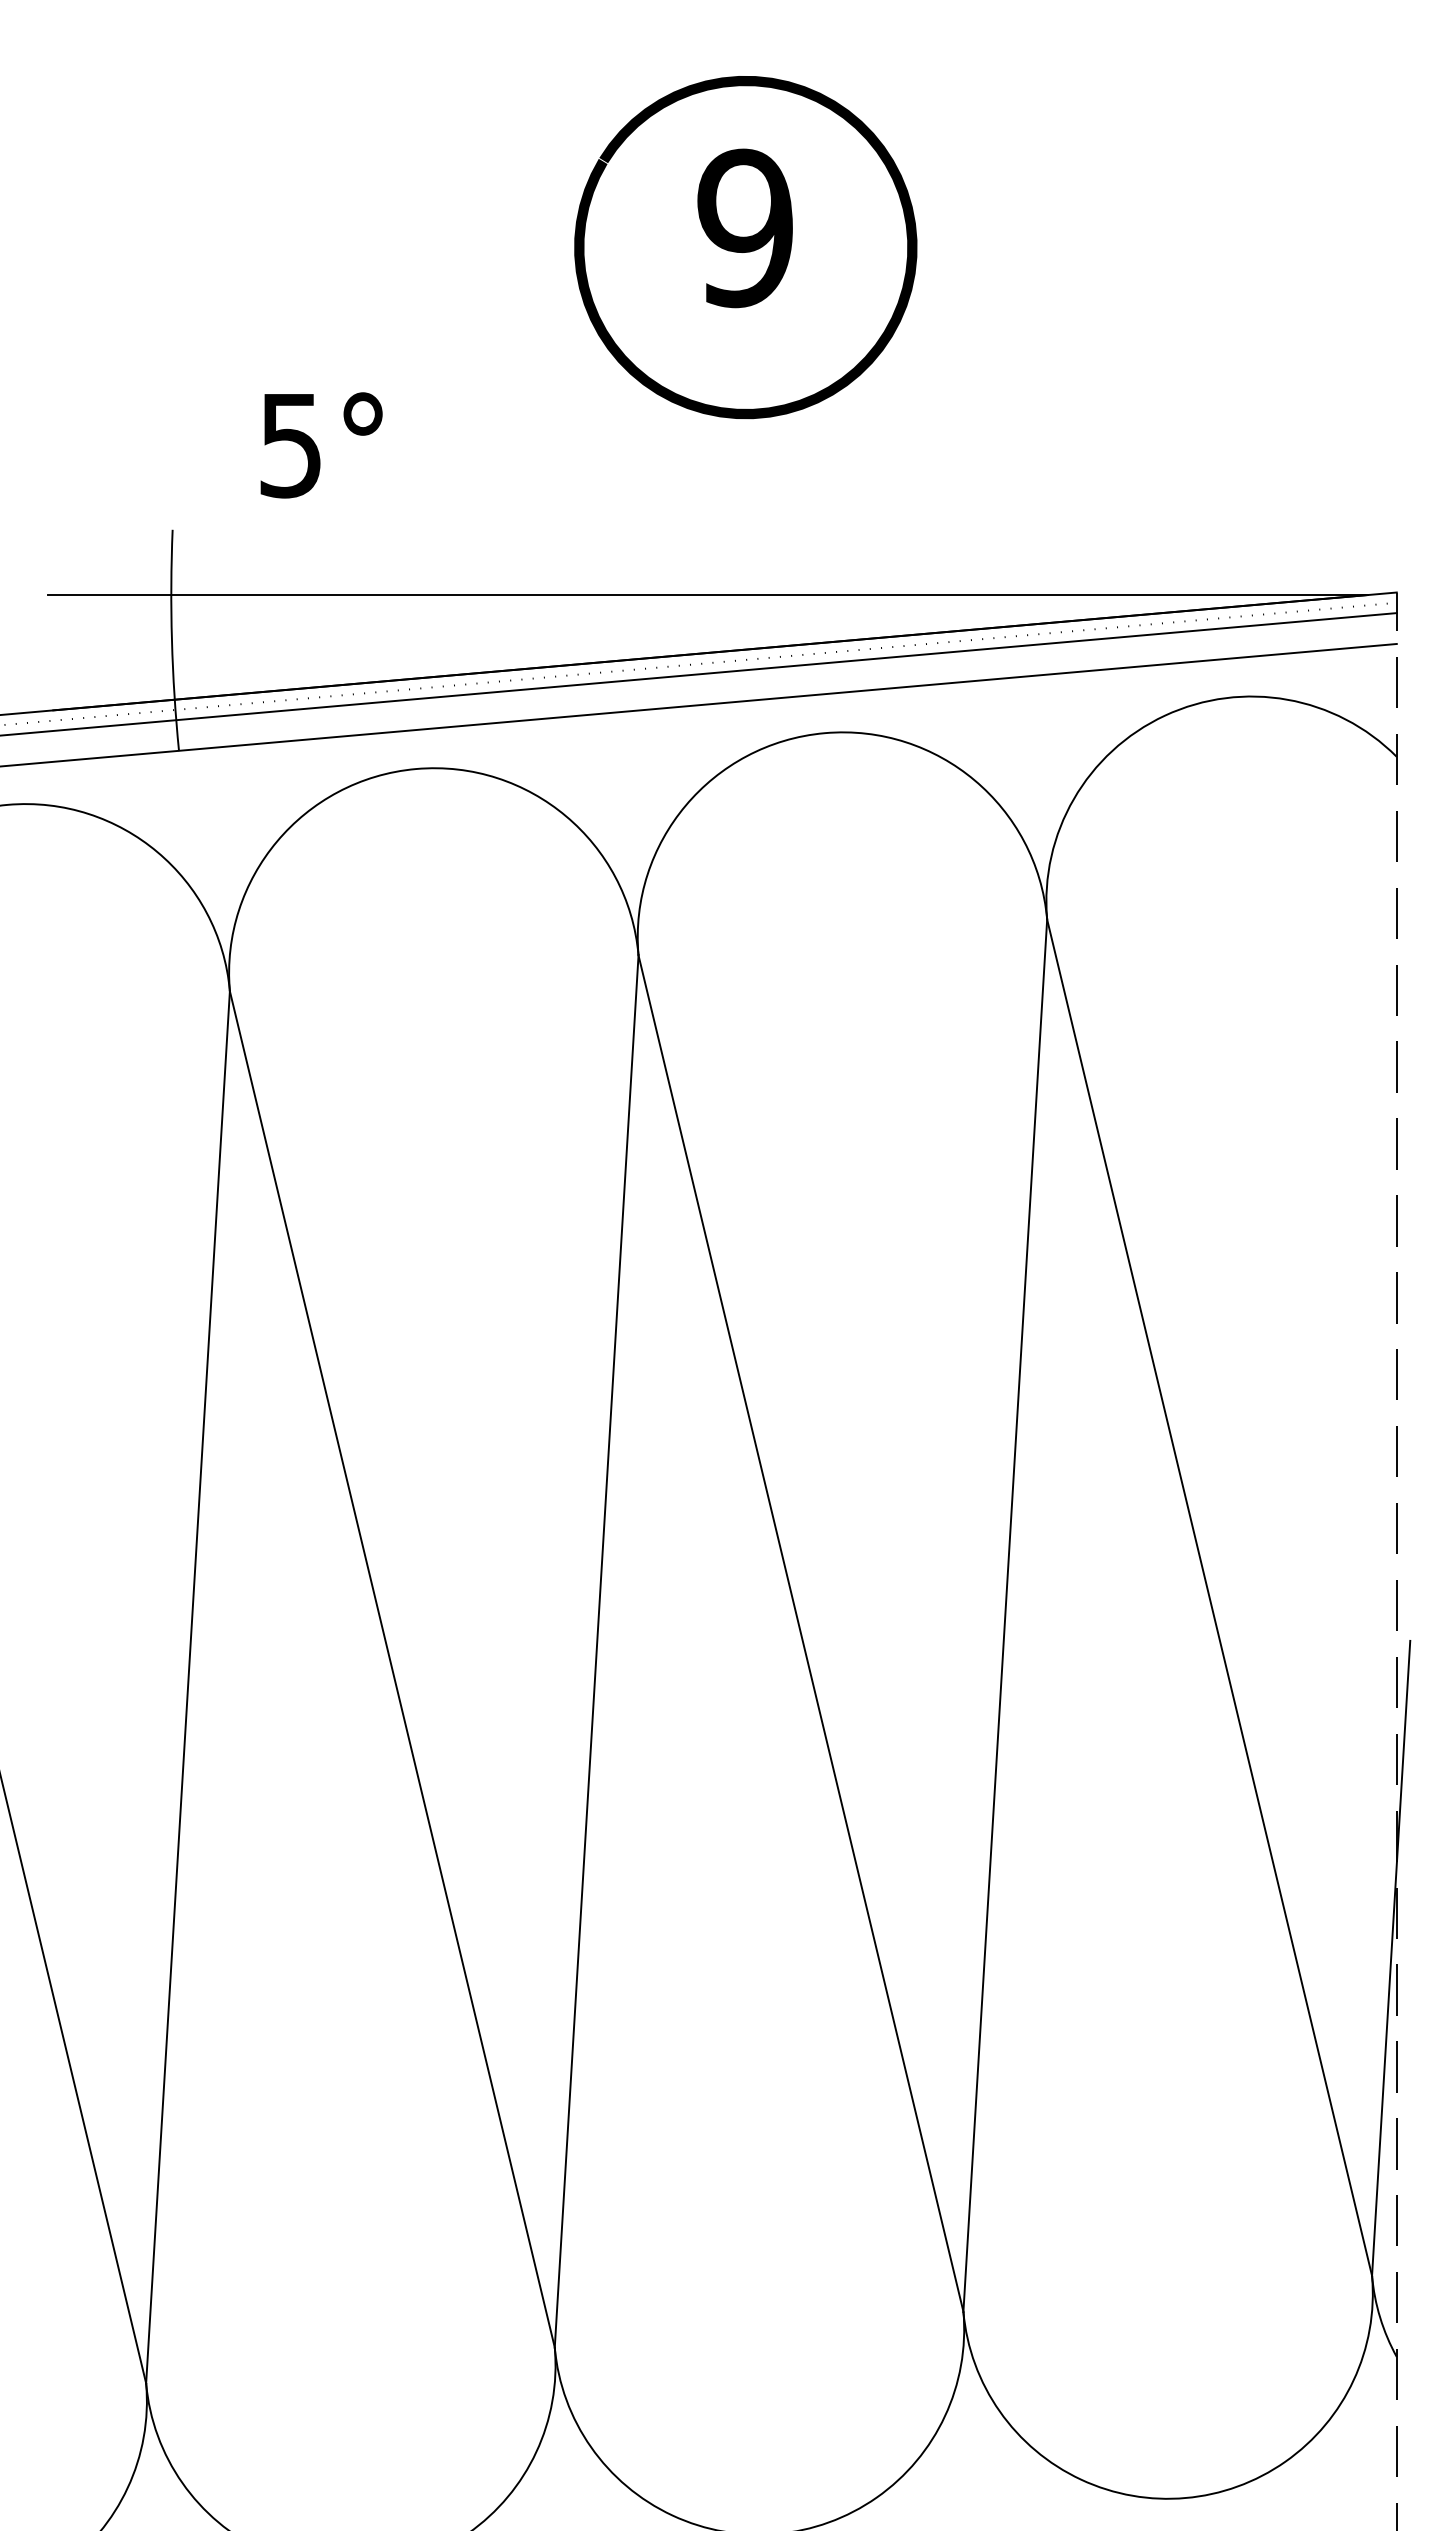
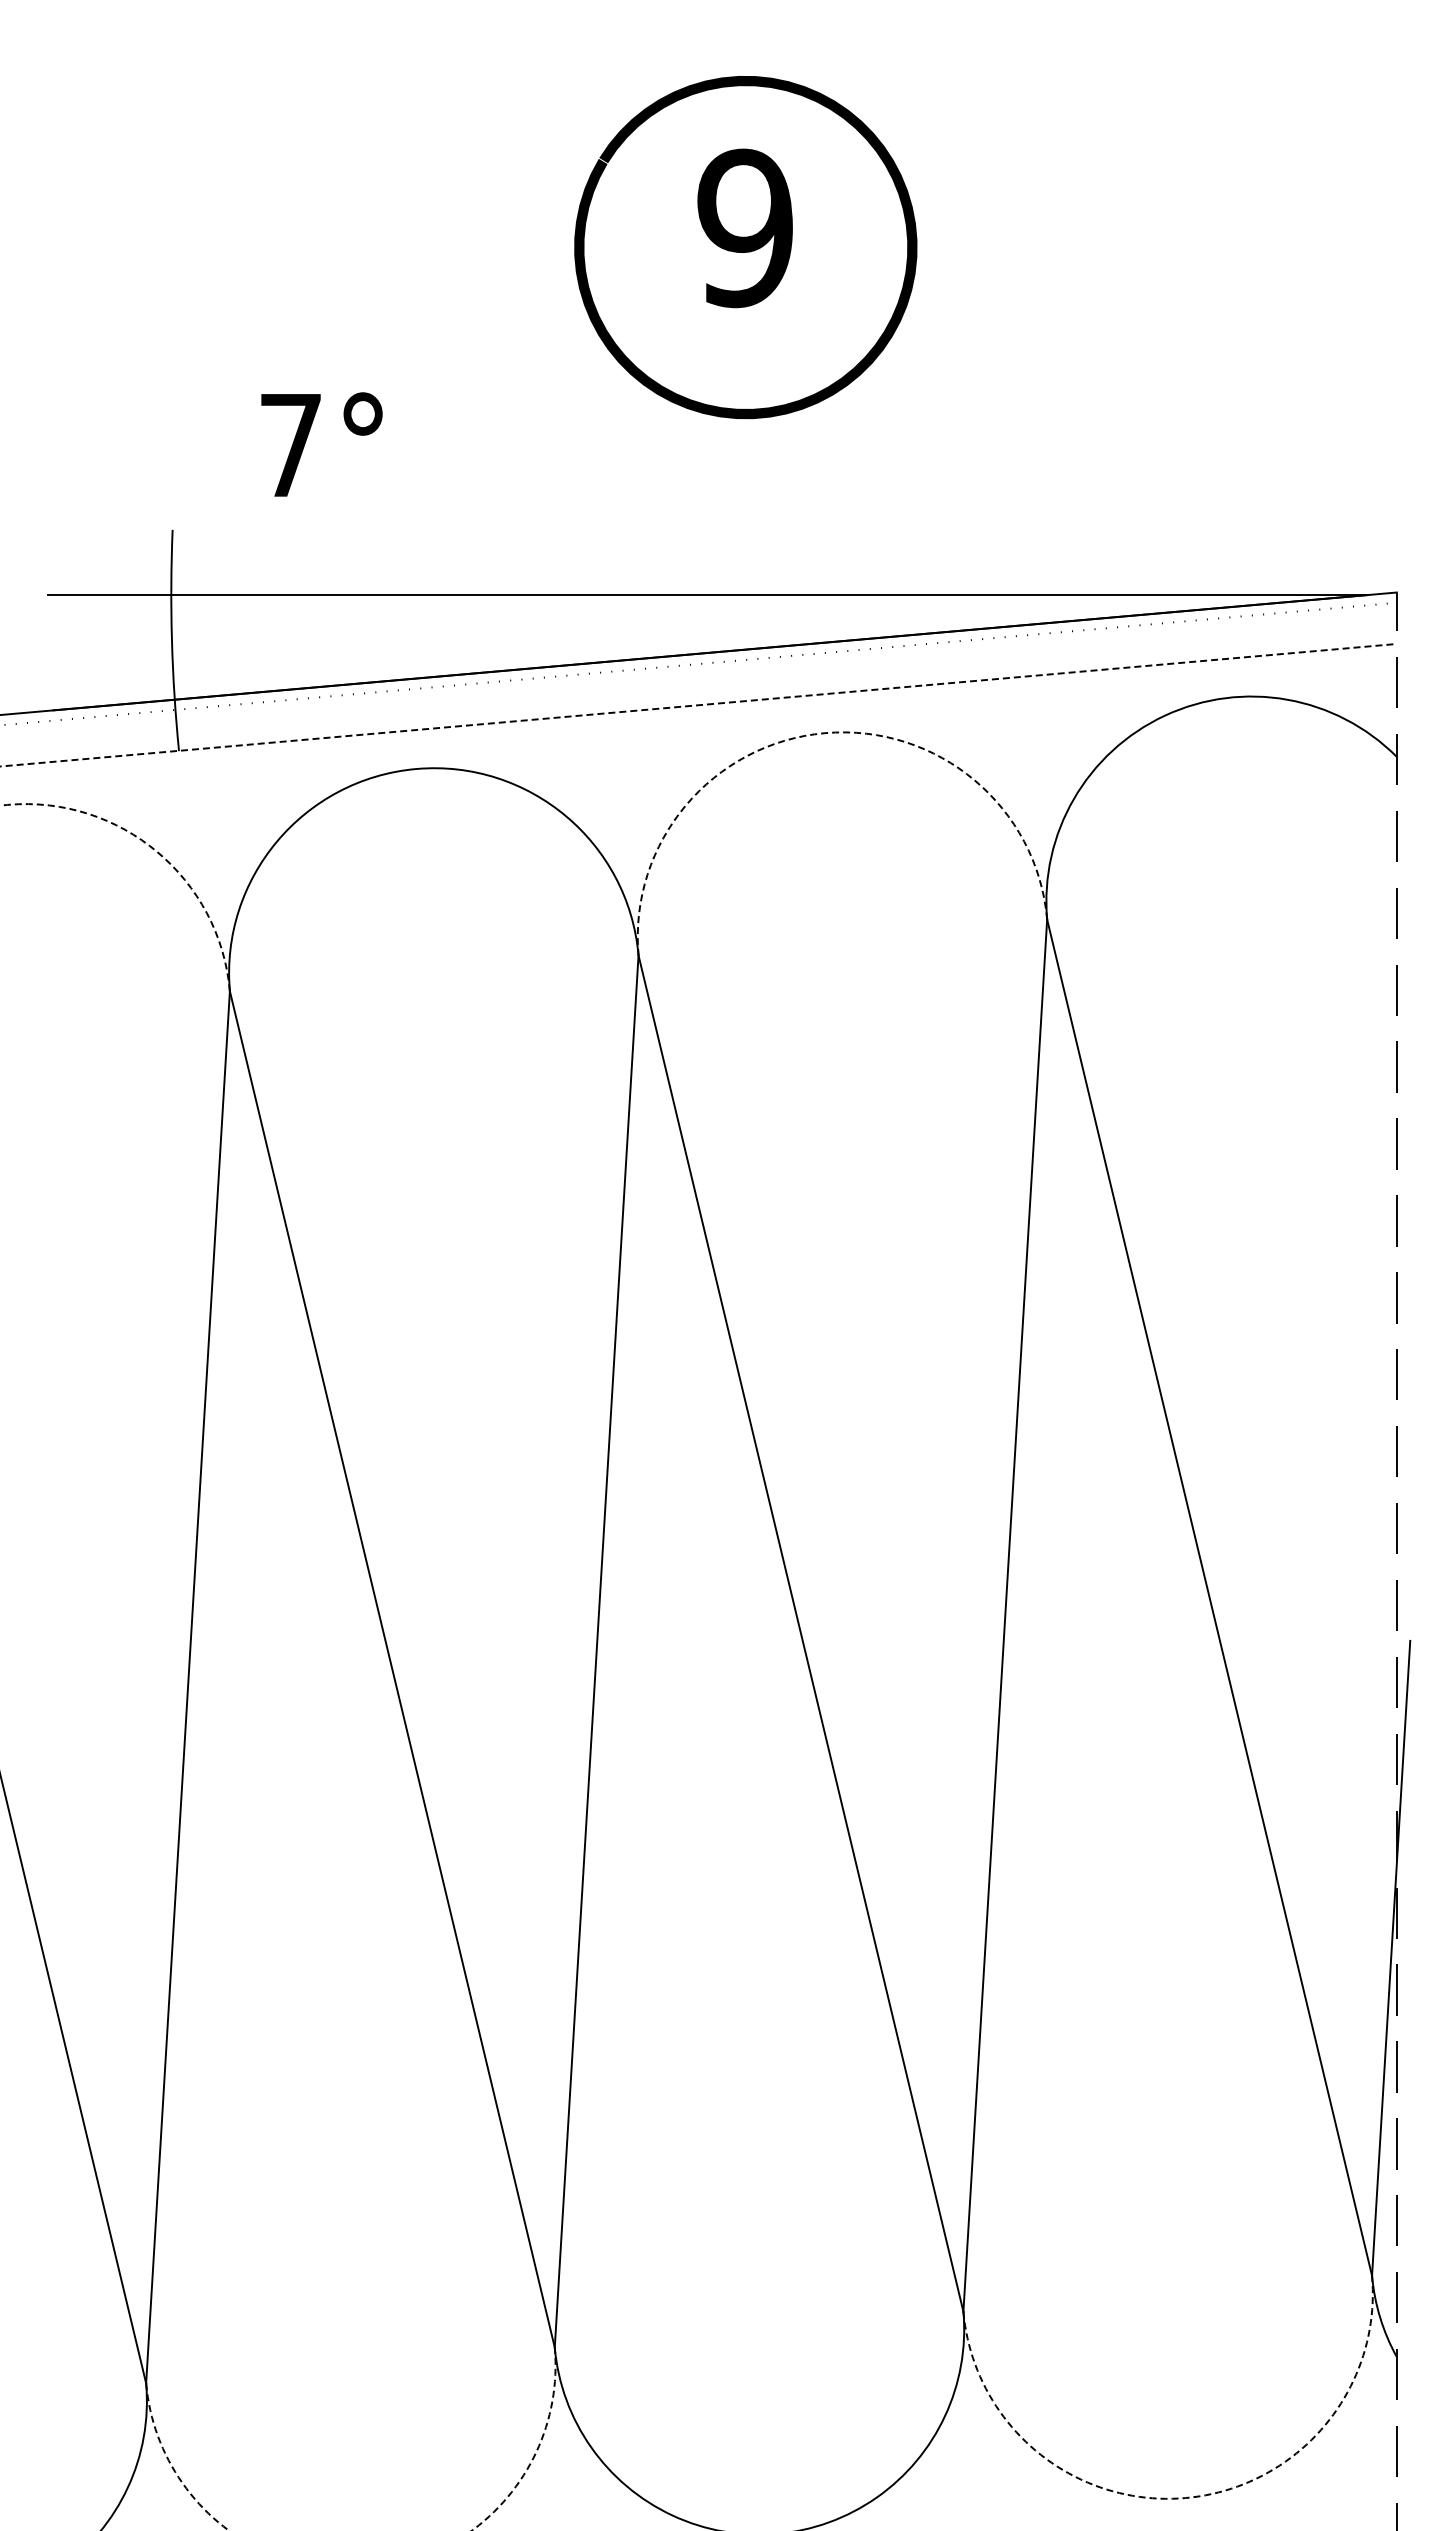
text at (290, 446): 5° -> 7°
line at (699, 674): present -> none
line at (698, 705): solid -> dashed
arc at (824, 733): solid -> dashed
arc at (154, 849): solid -> dashed
arc at (1185, 2498): solid -> dashed
arc at (485, 2519): solid -> dashed
